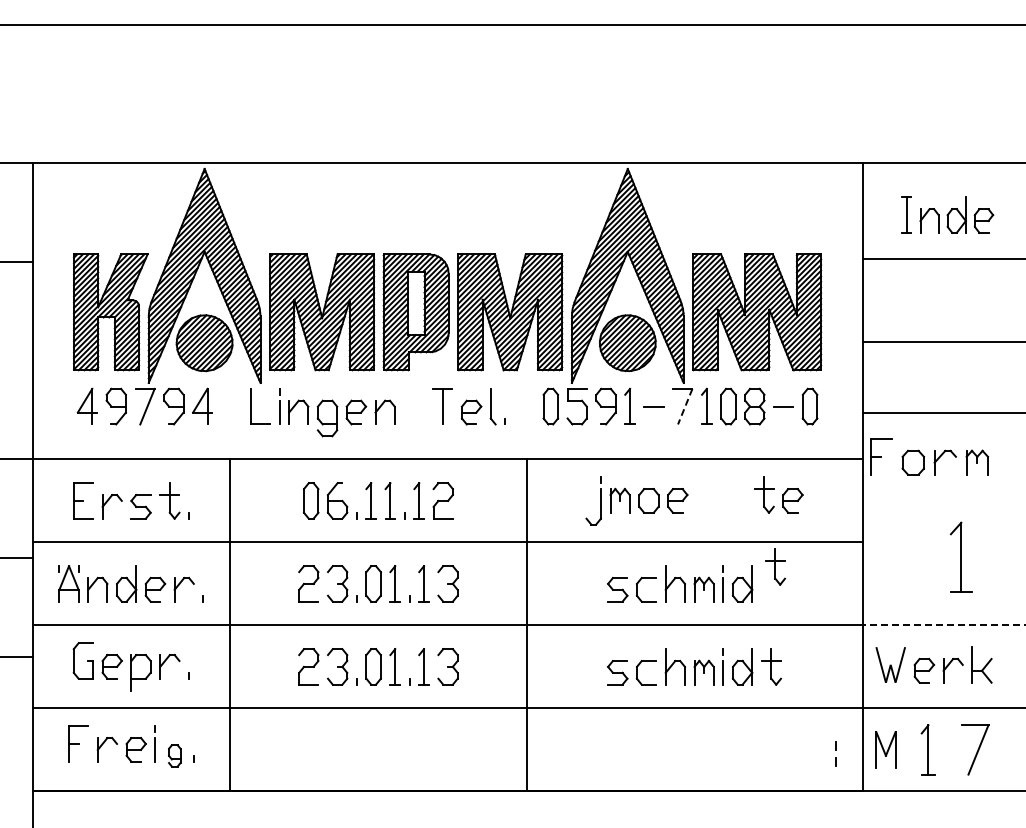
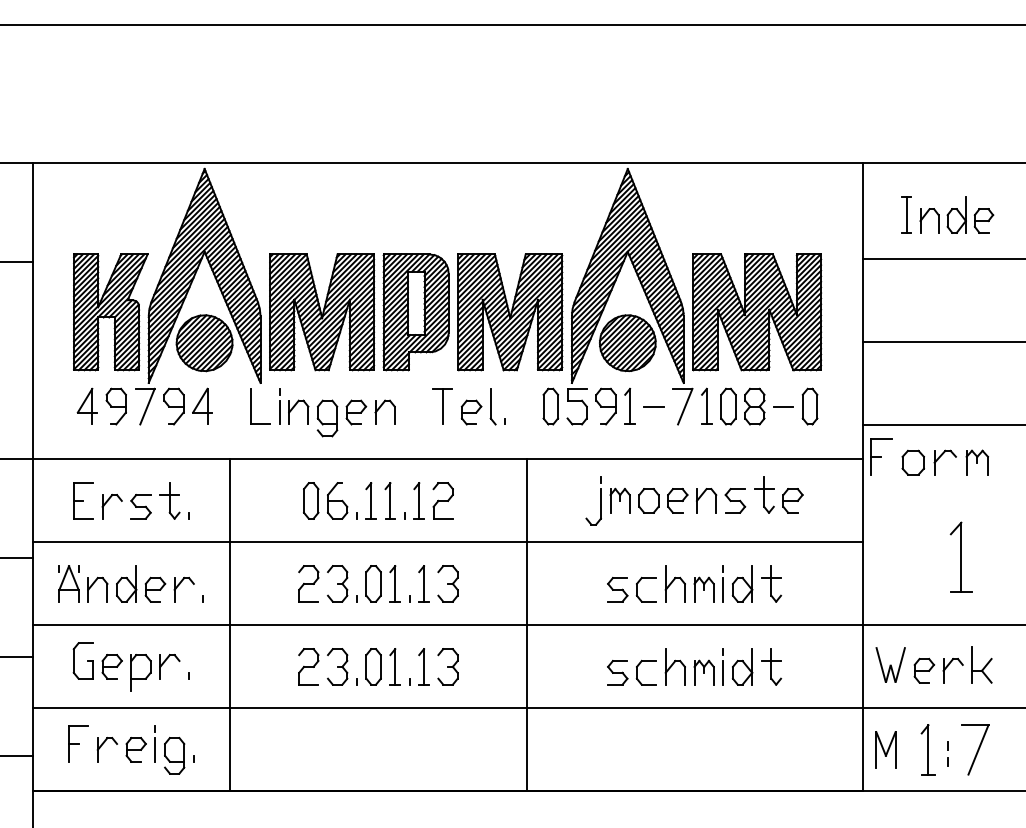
line at (685, 407): dashed -> solid
line at (942, 413) position: (942, 413) -> (942, 425)
part at (721, 500): none -> present
part at (775, 566) position: (775, 566) -> (771, 583)
line at (943, 625): dashed -> solid
line at (835, 750) position: (835, 750) -> (947, 750)
line at (17, 755): none -> present
part at (174, 755) size: 14x24 px -> 22x38 px
